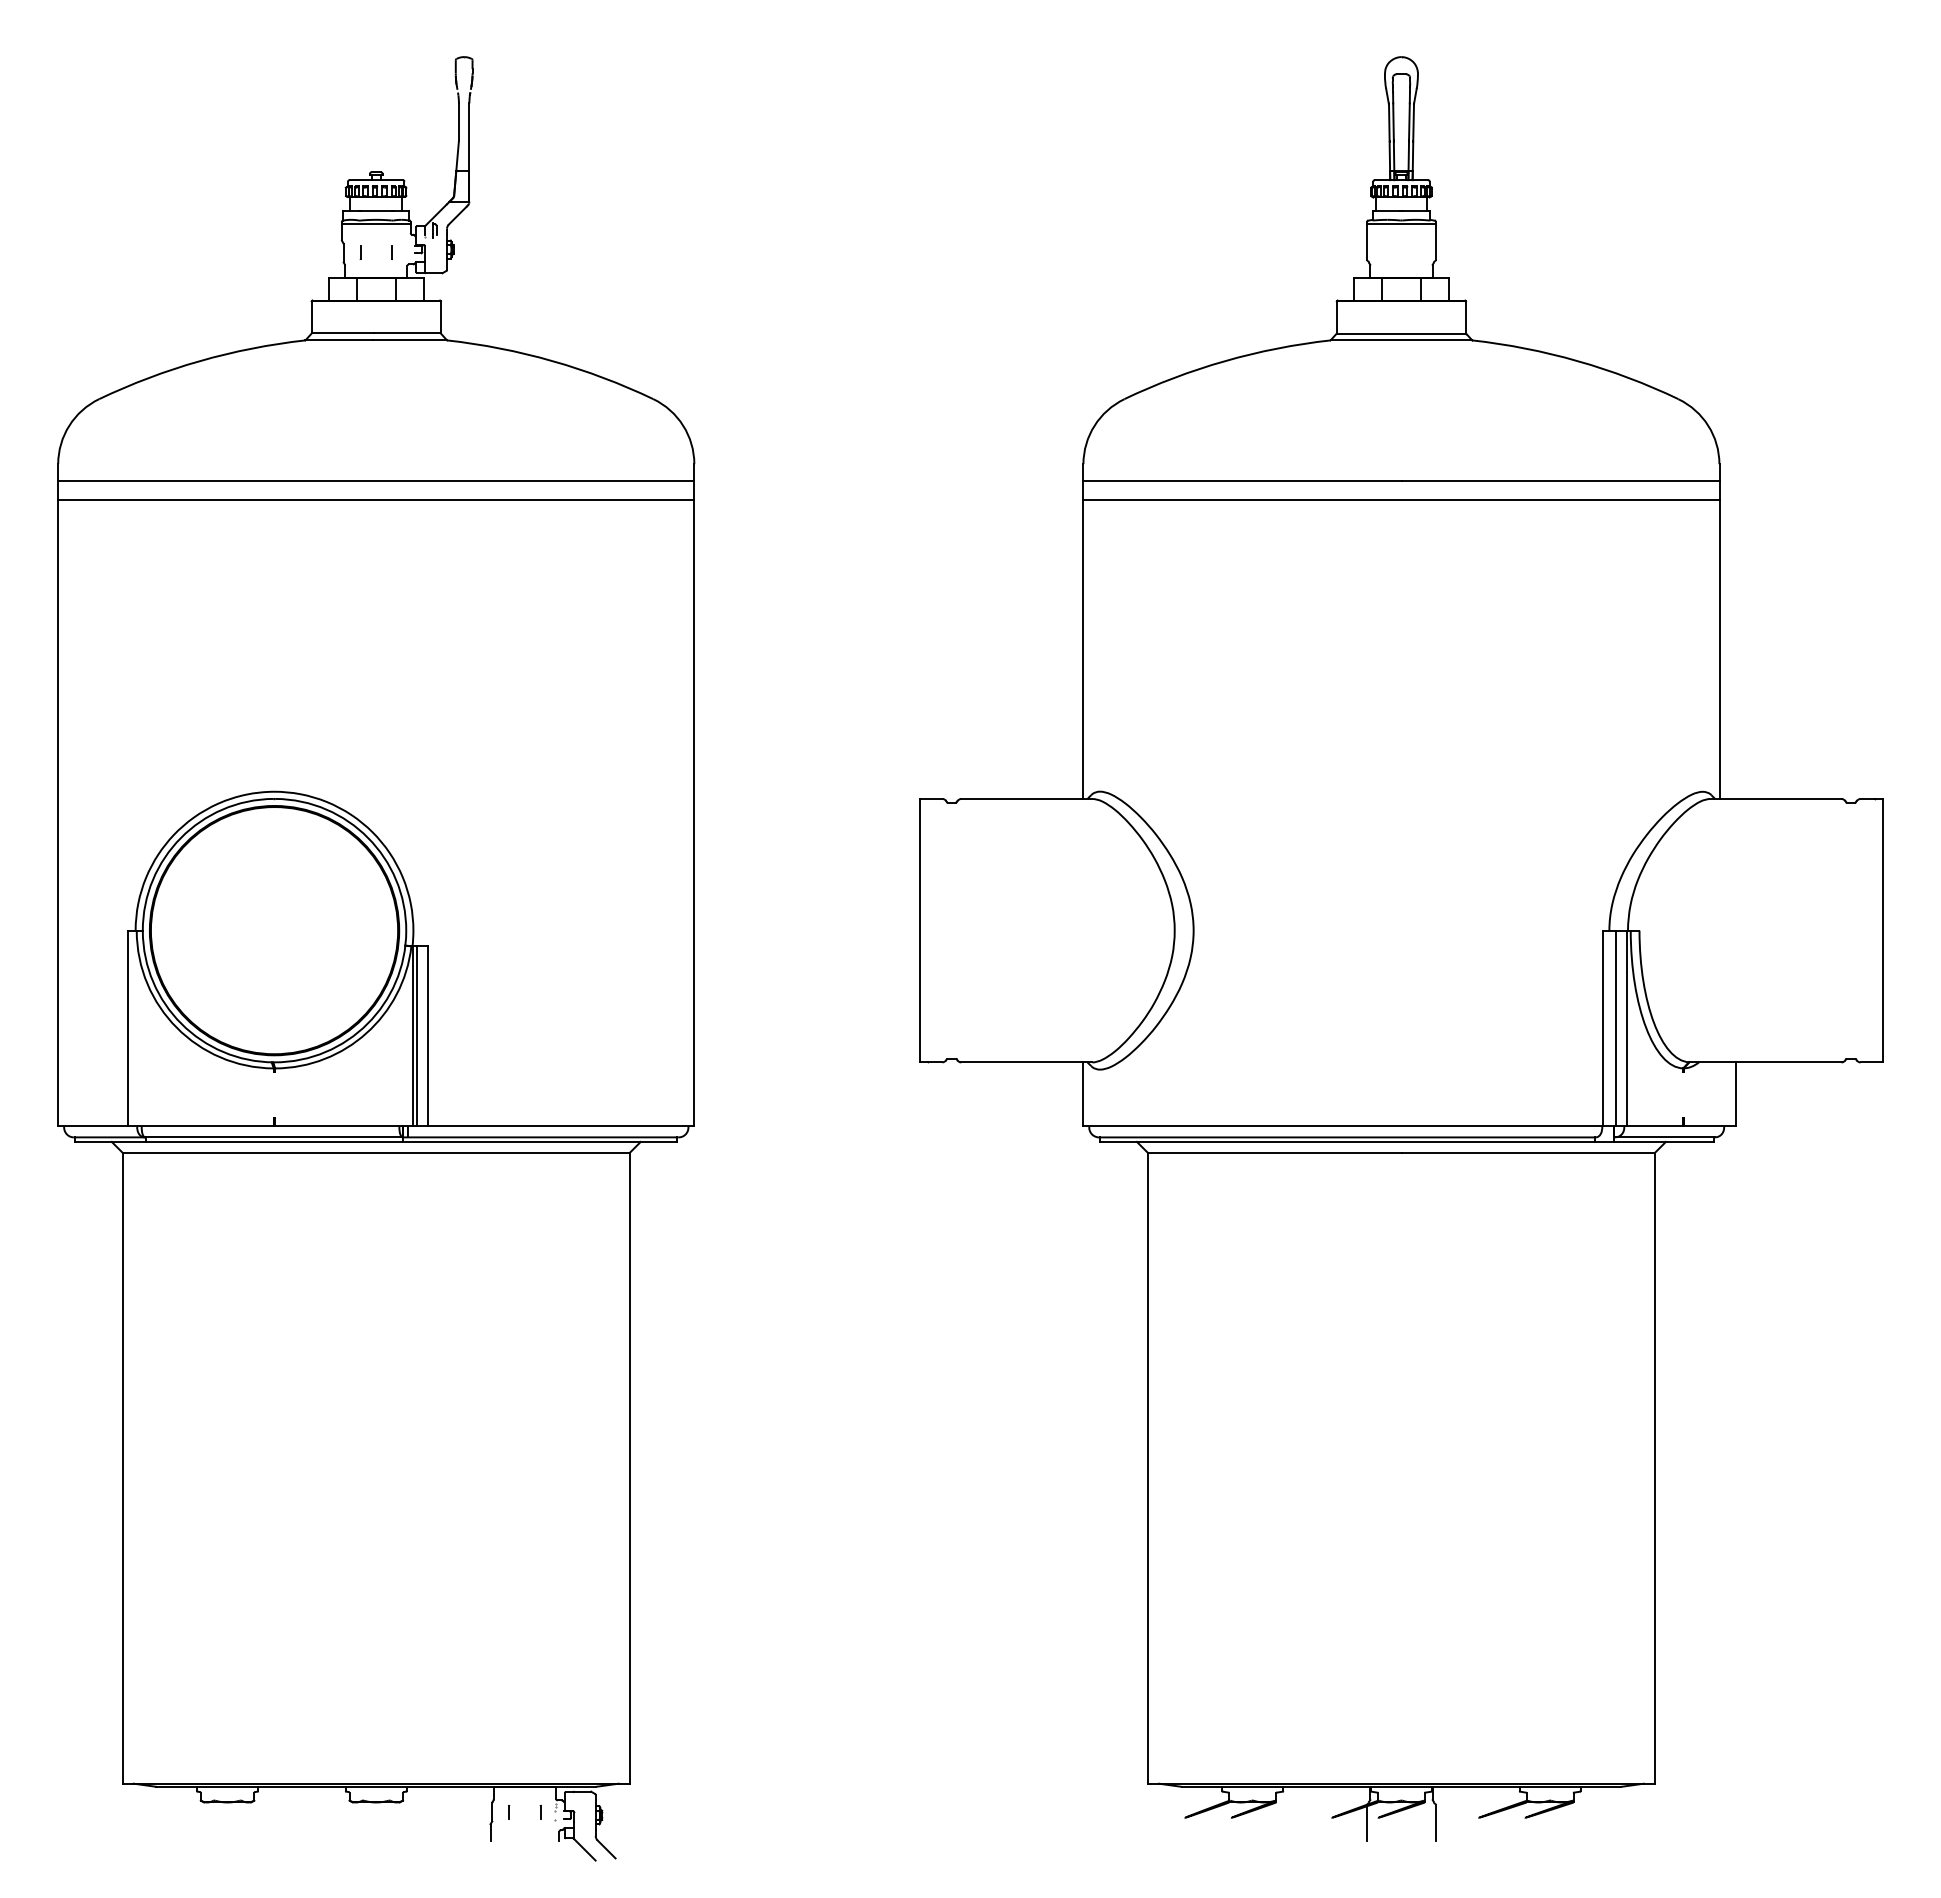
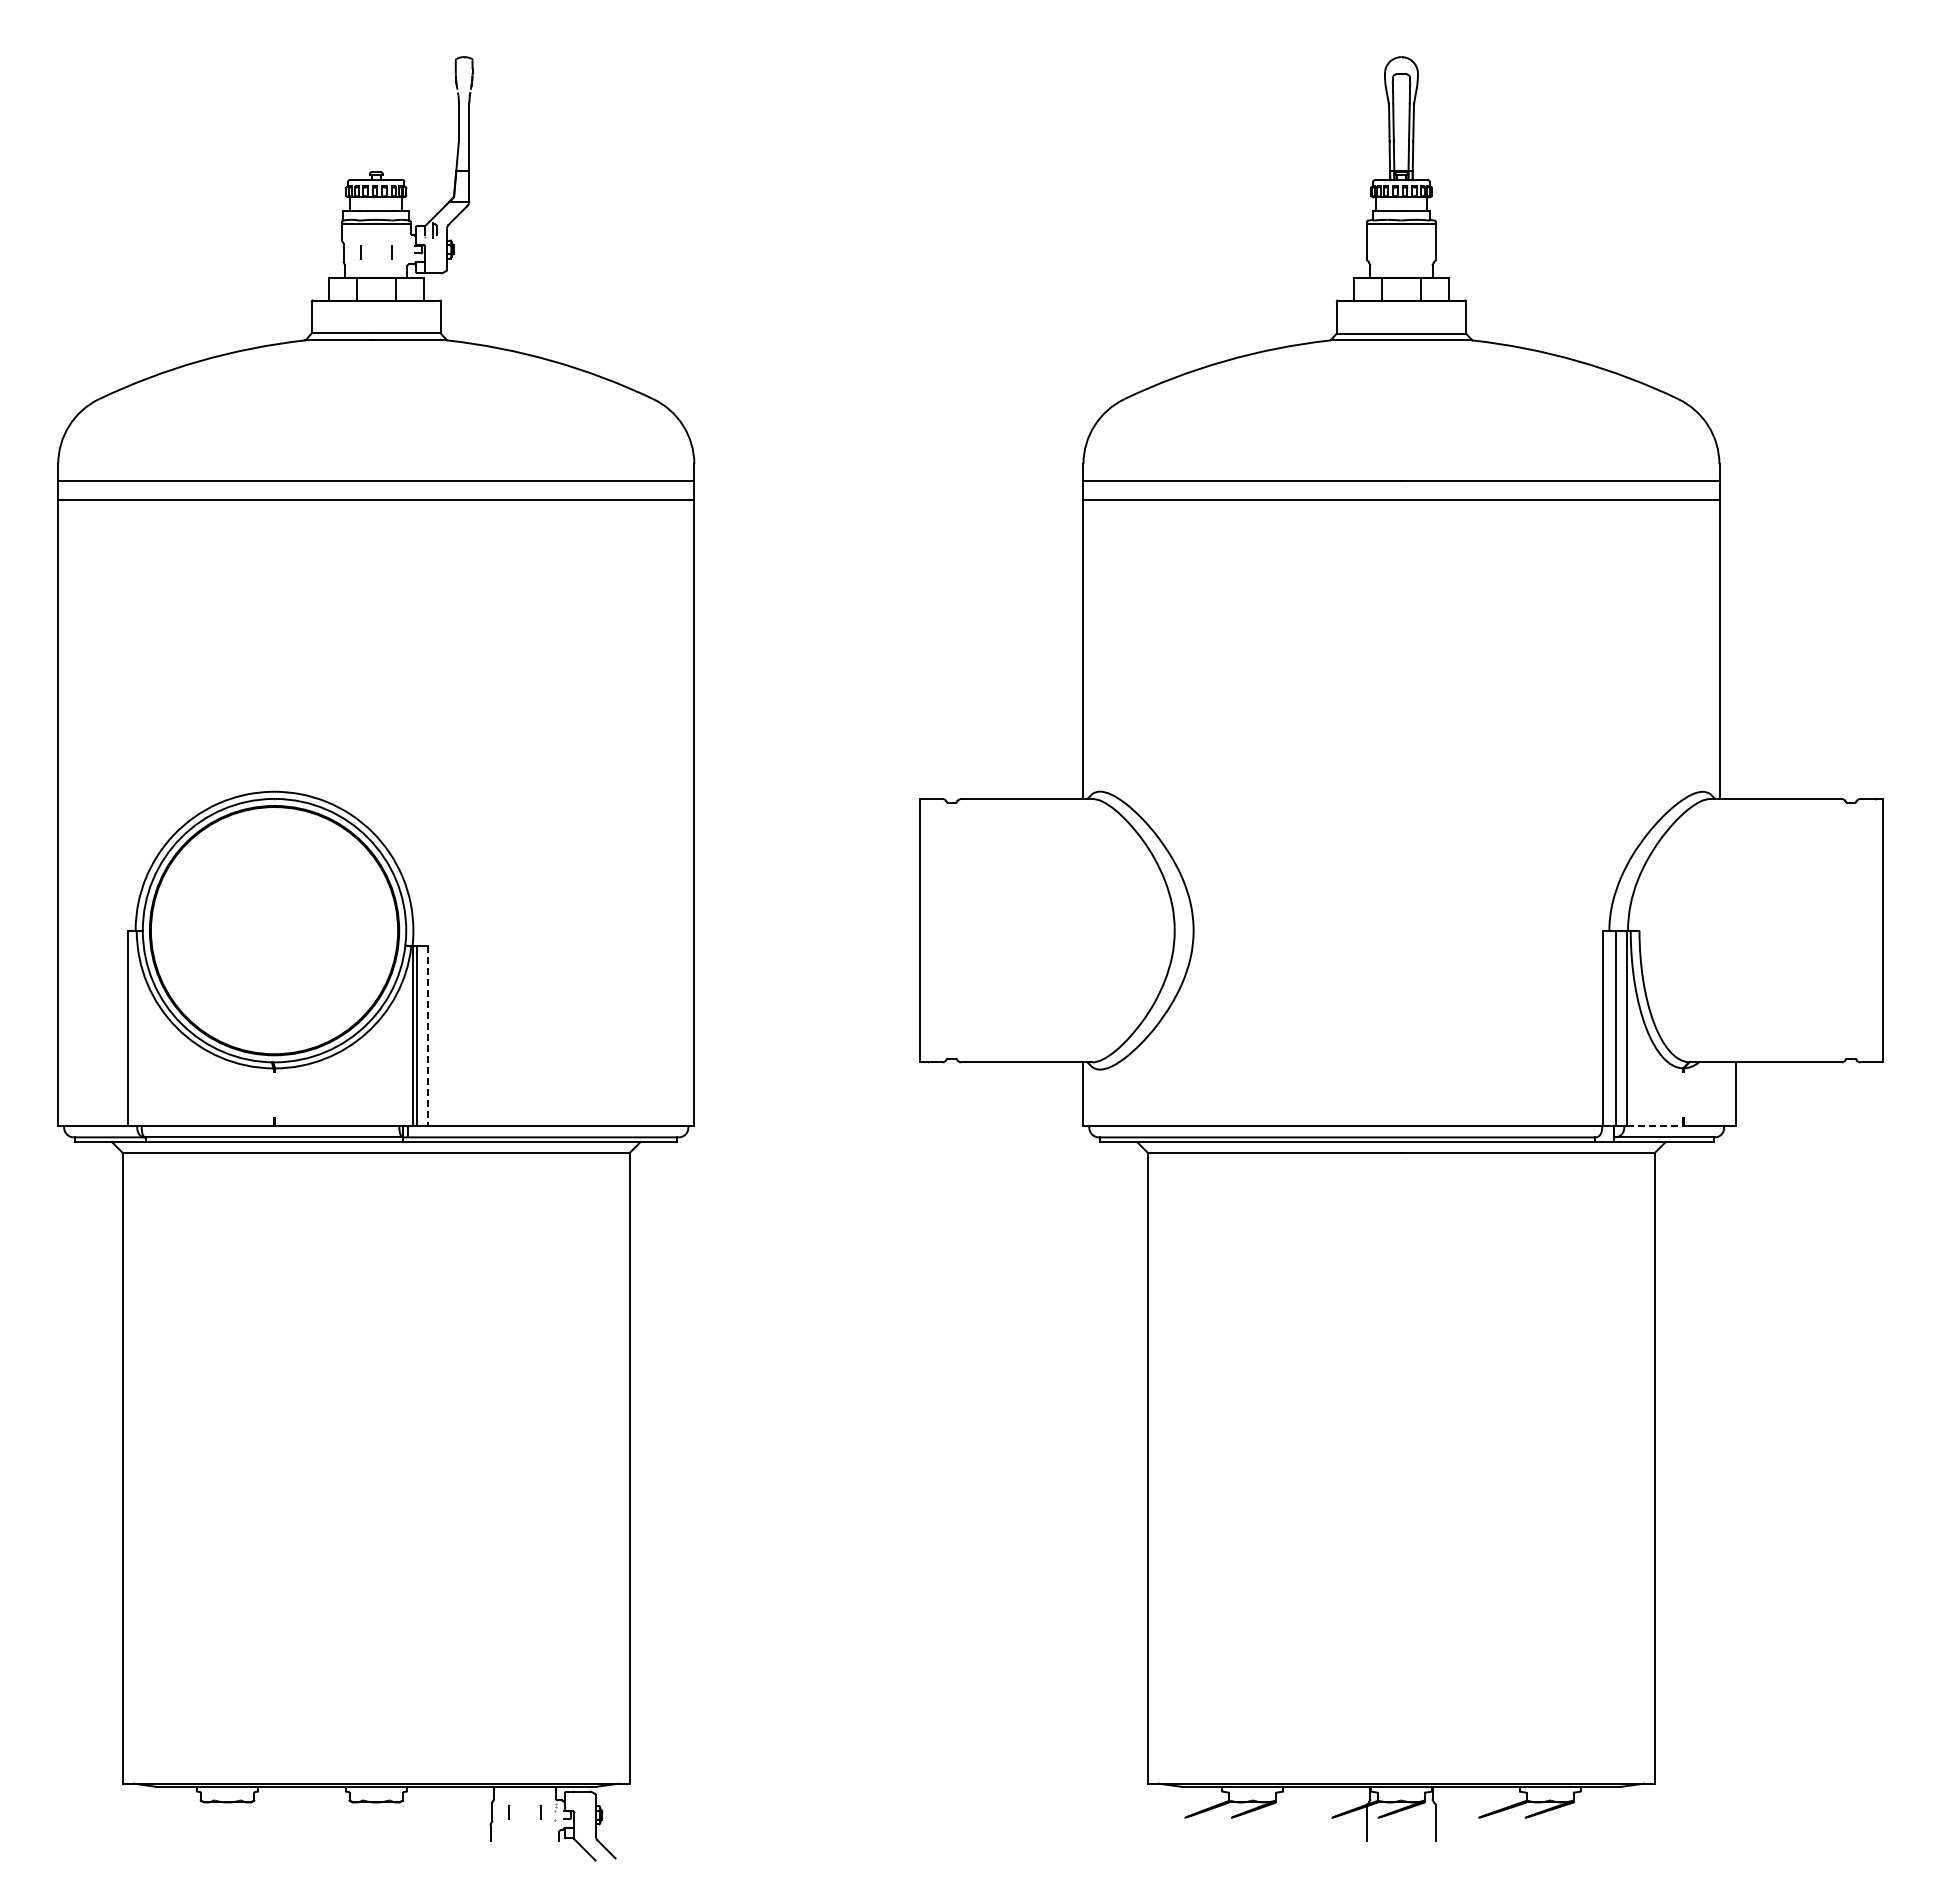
line at (427, 1036): solid -> dashed
line at (1655, 1126): solid -> dashed
